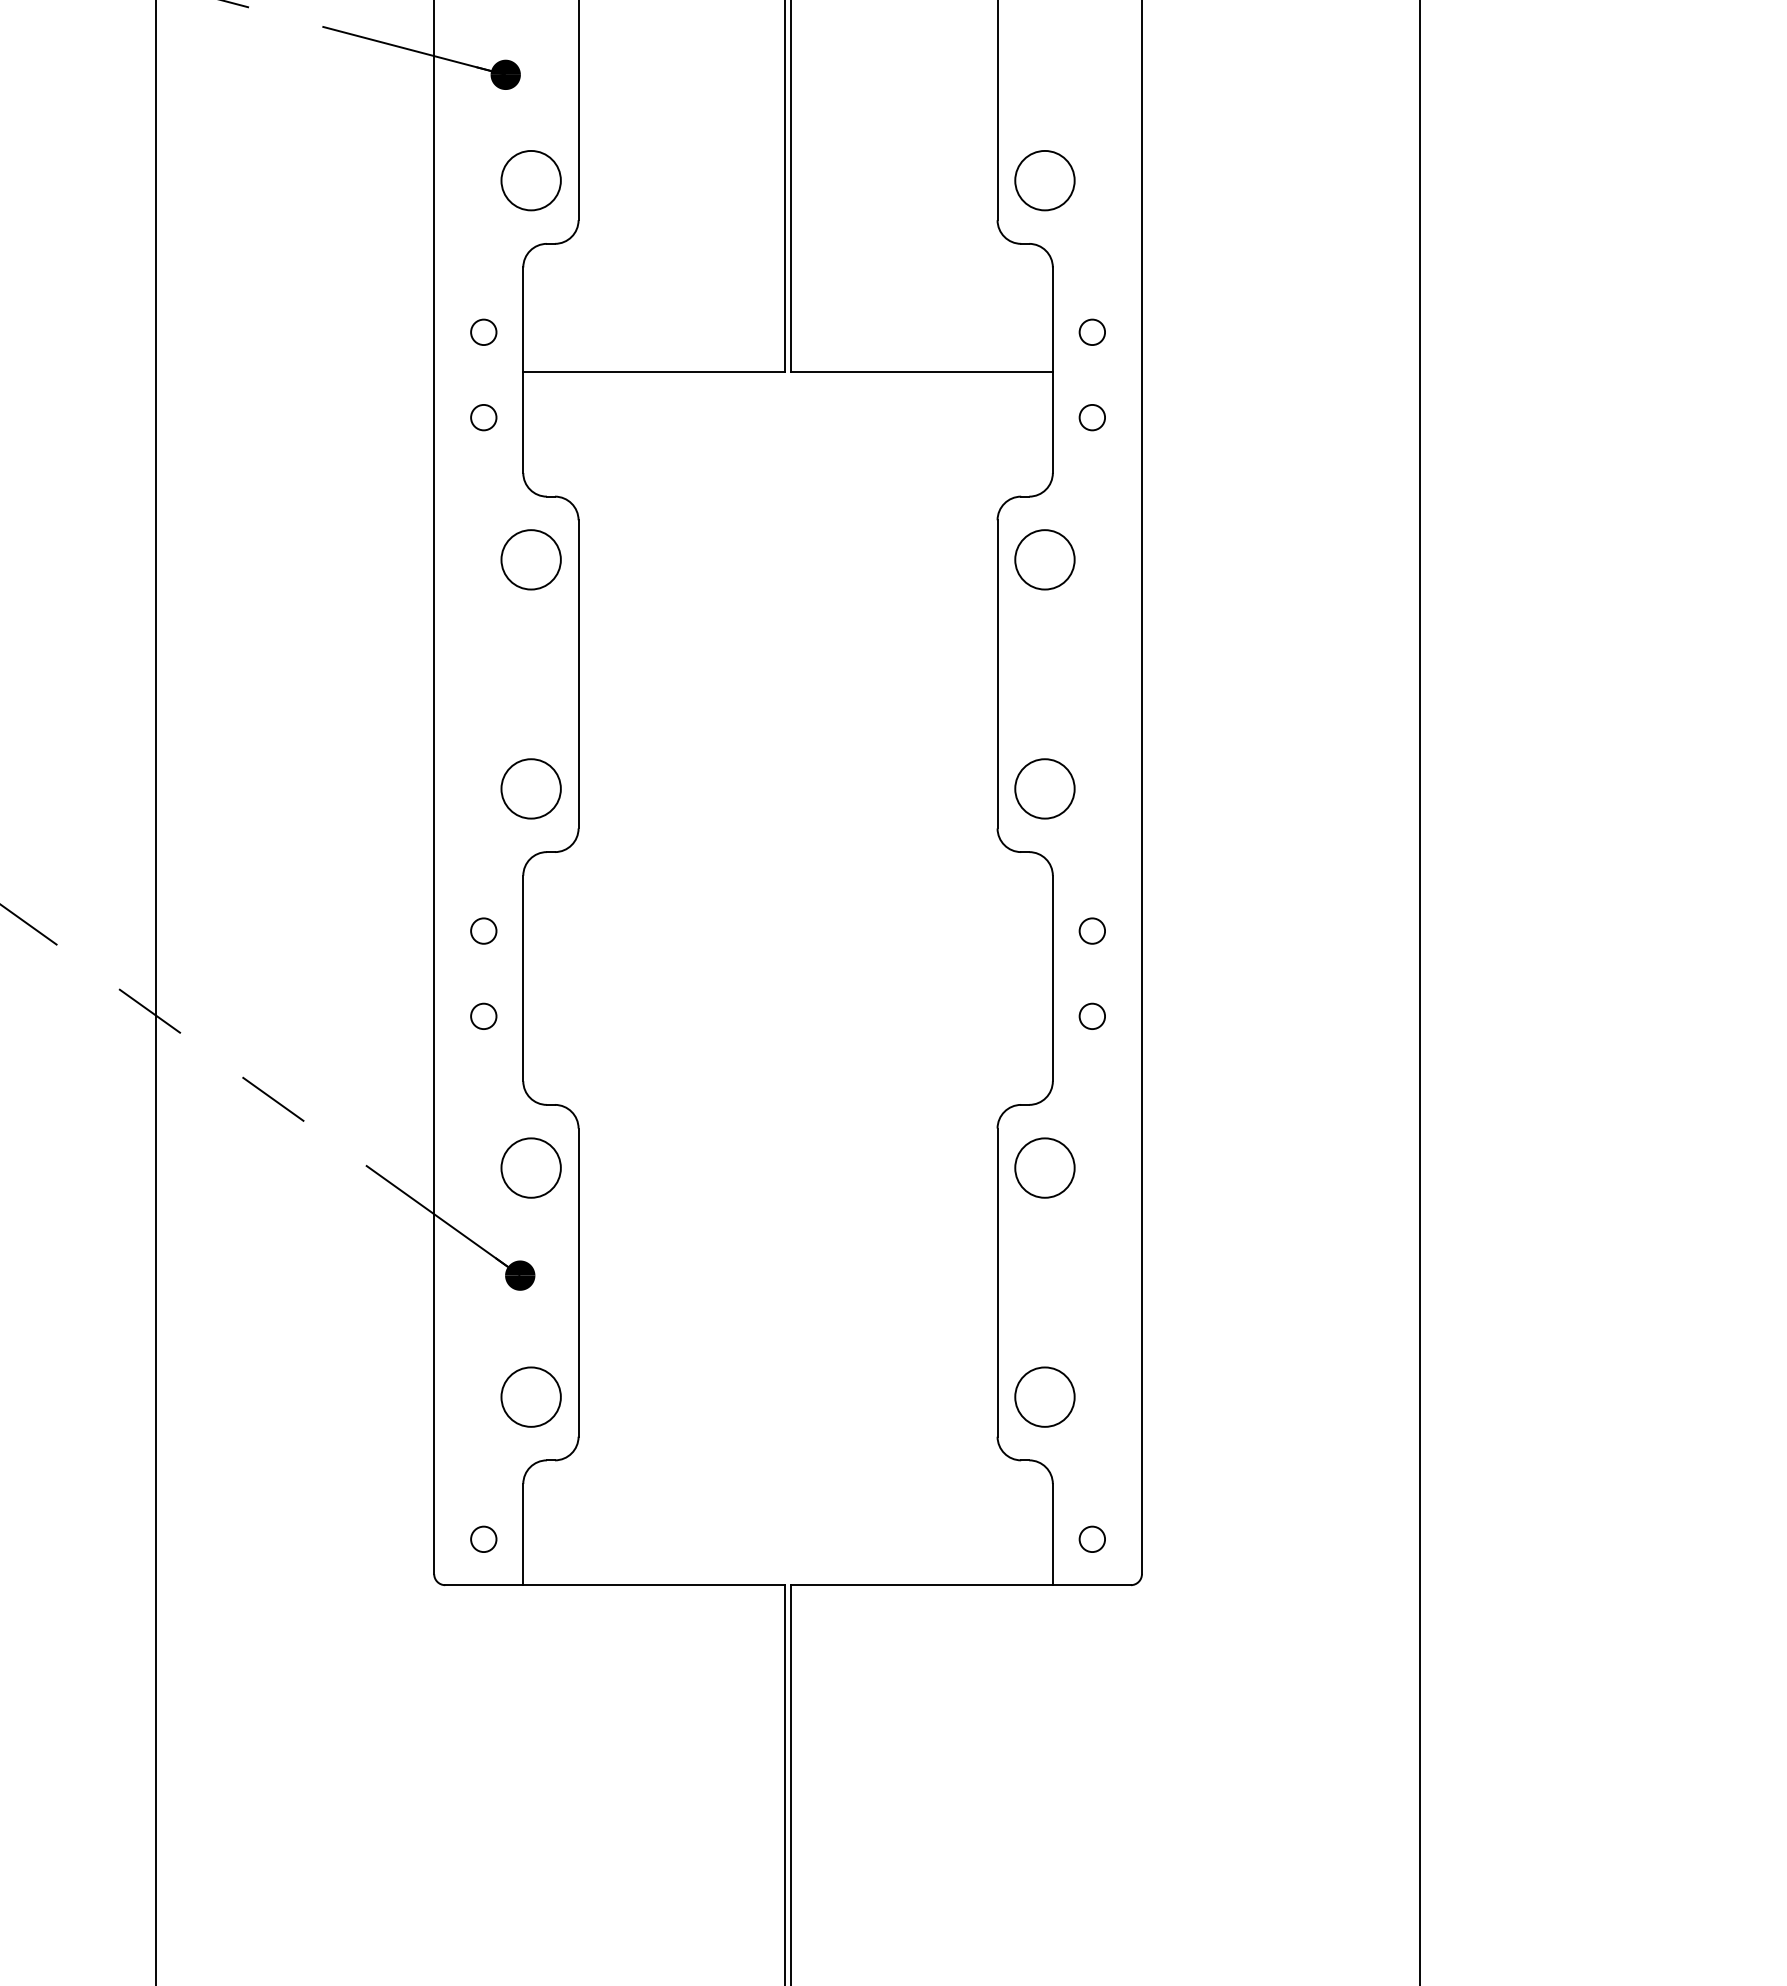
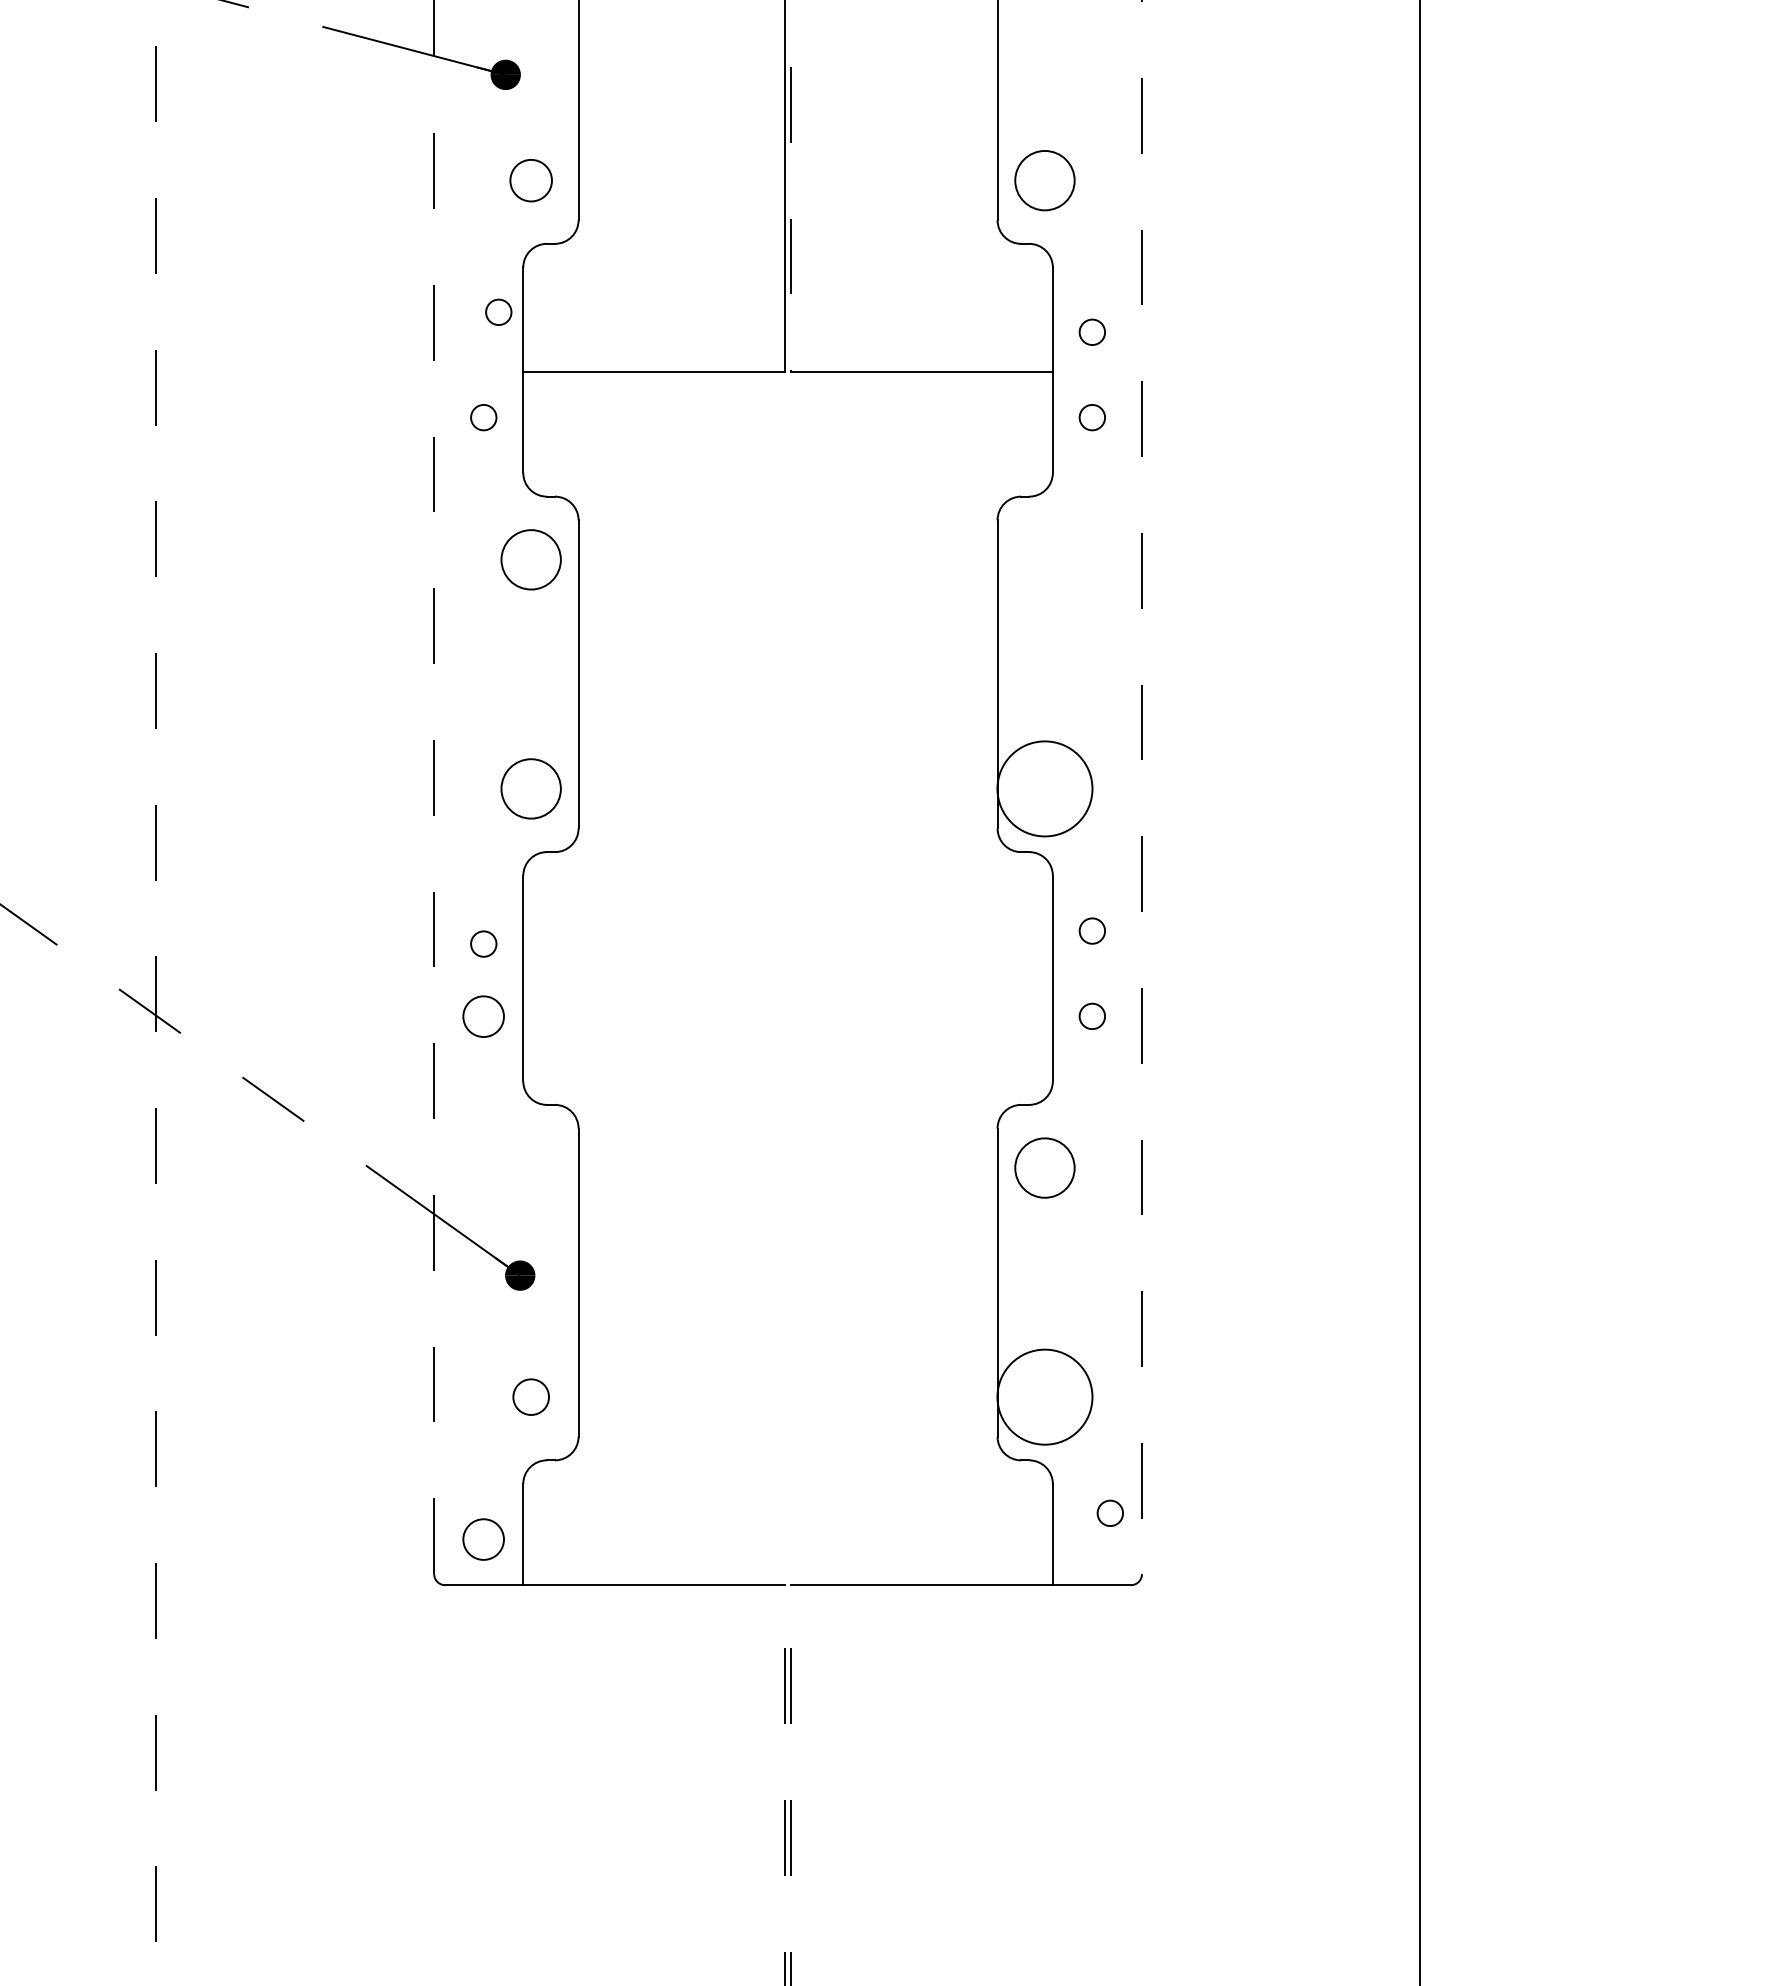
circle at (530, 180) diameter: 59 px -> 42 px
line at (791, 186): solid -> dashed
circle at (483, 331) position: (483, 331) -> (498, 311)
circle at (1044, 559): present -> none
line at (434, 787): solid -> dashed
line at (1141, 787): solid -> dashed
circle at (1044, 788) diameter: 59 px -> 95 px
circle at (483, 930) position: (483, 930) -> (483, 943)
line at (156, 993): solid -> dashed
circle at (483, 1015) size: 28x28 px -> 43x43 px
circle at (530, 1167): present -> none
circle at (530, 1396) diameter: 59 px -> 36 px
circle at (1044, 1396) diameter: 59 px -> 95 px
circle at (483, 1538) size: 28x28 px -> 43x43 px
circle at (1091, 1538) position: (1091, 1538) -> (1109, 1512)
line at (784, 1785): solid -> dashed
line at (791, 1785): solid -> dashed
